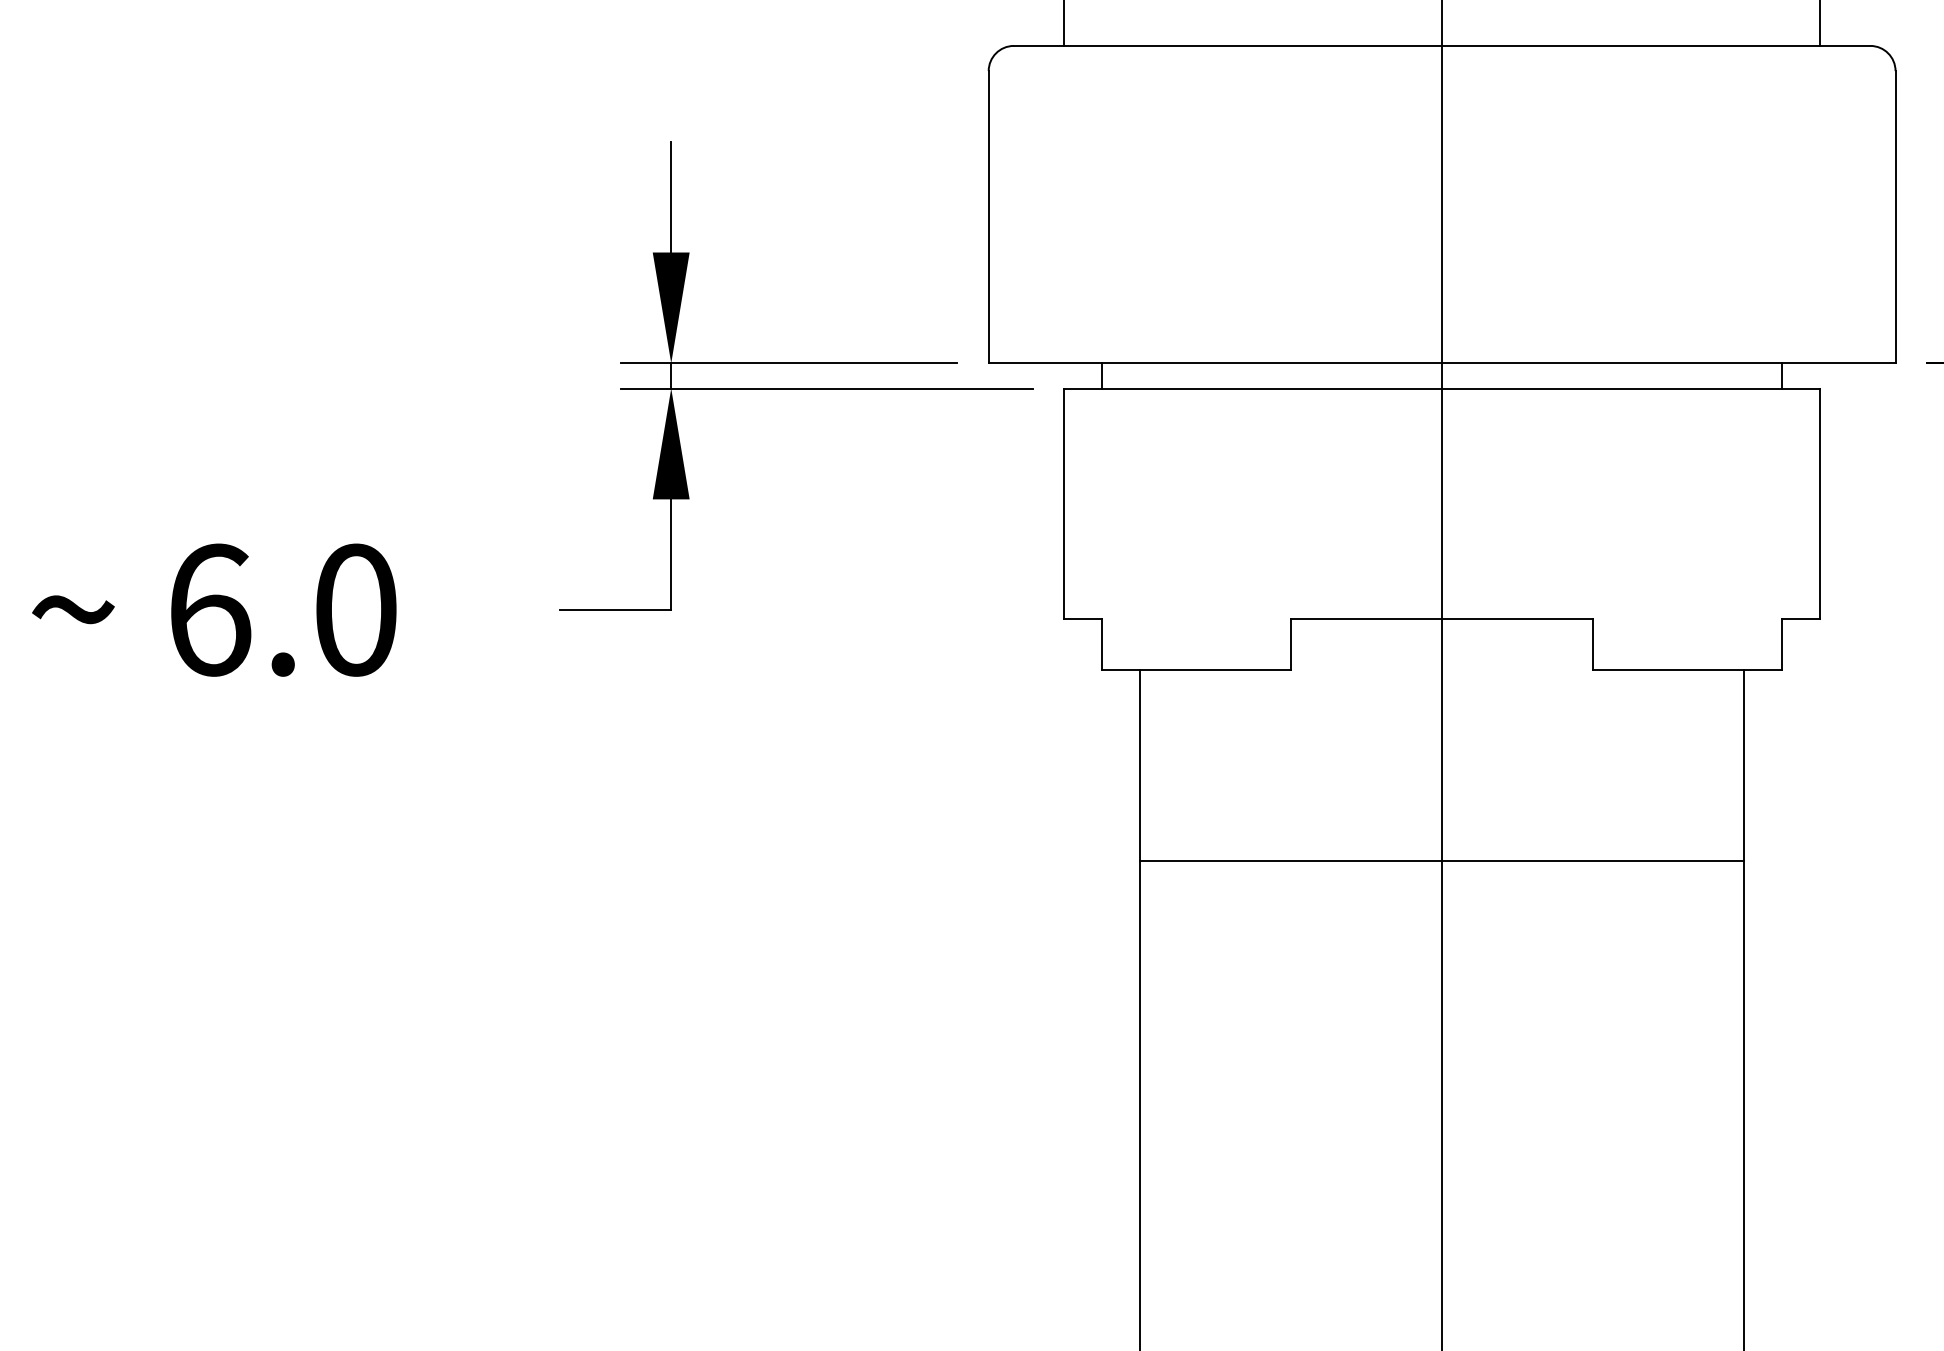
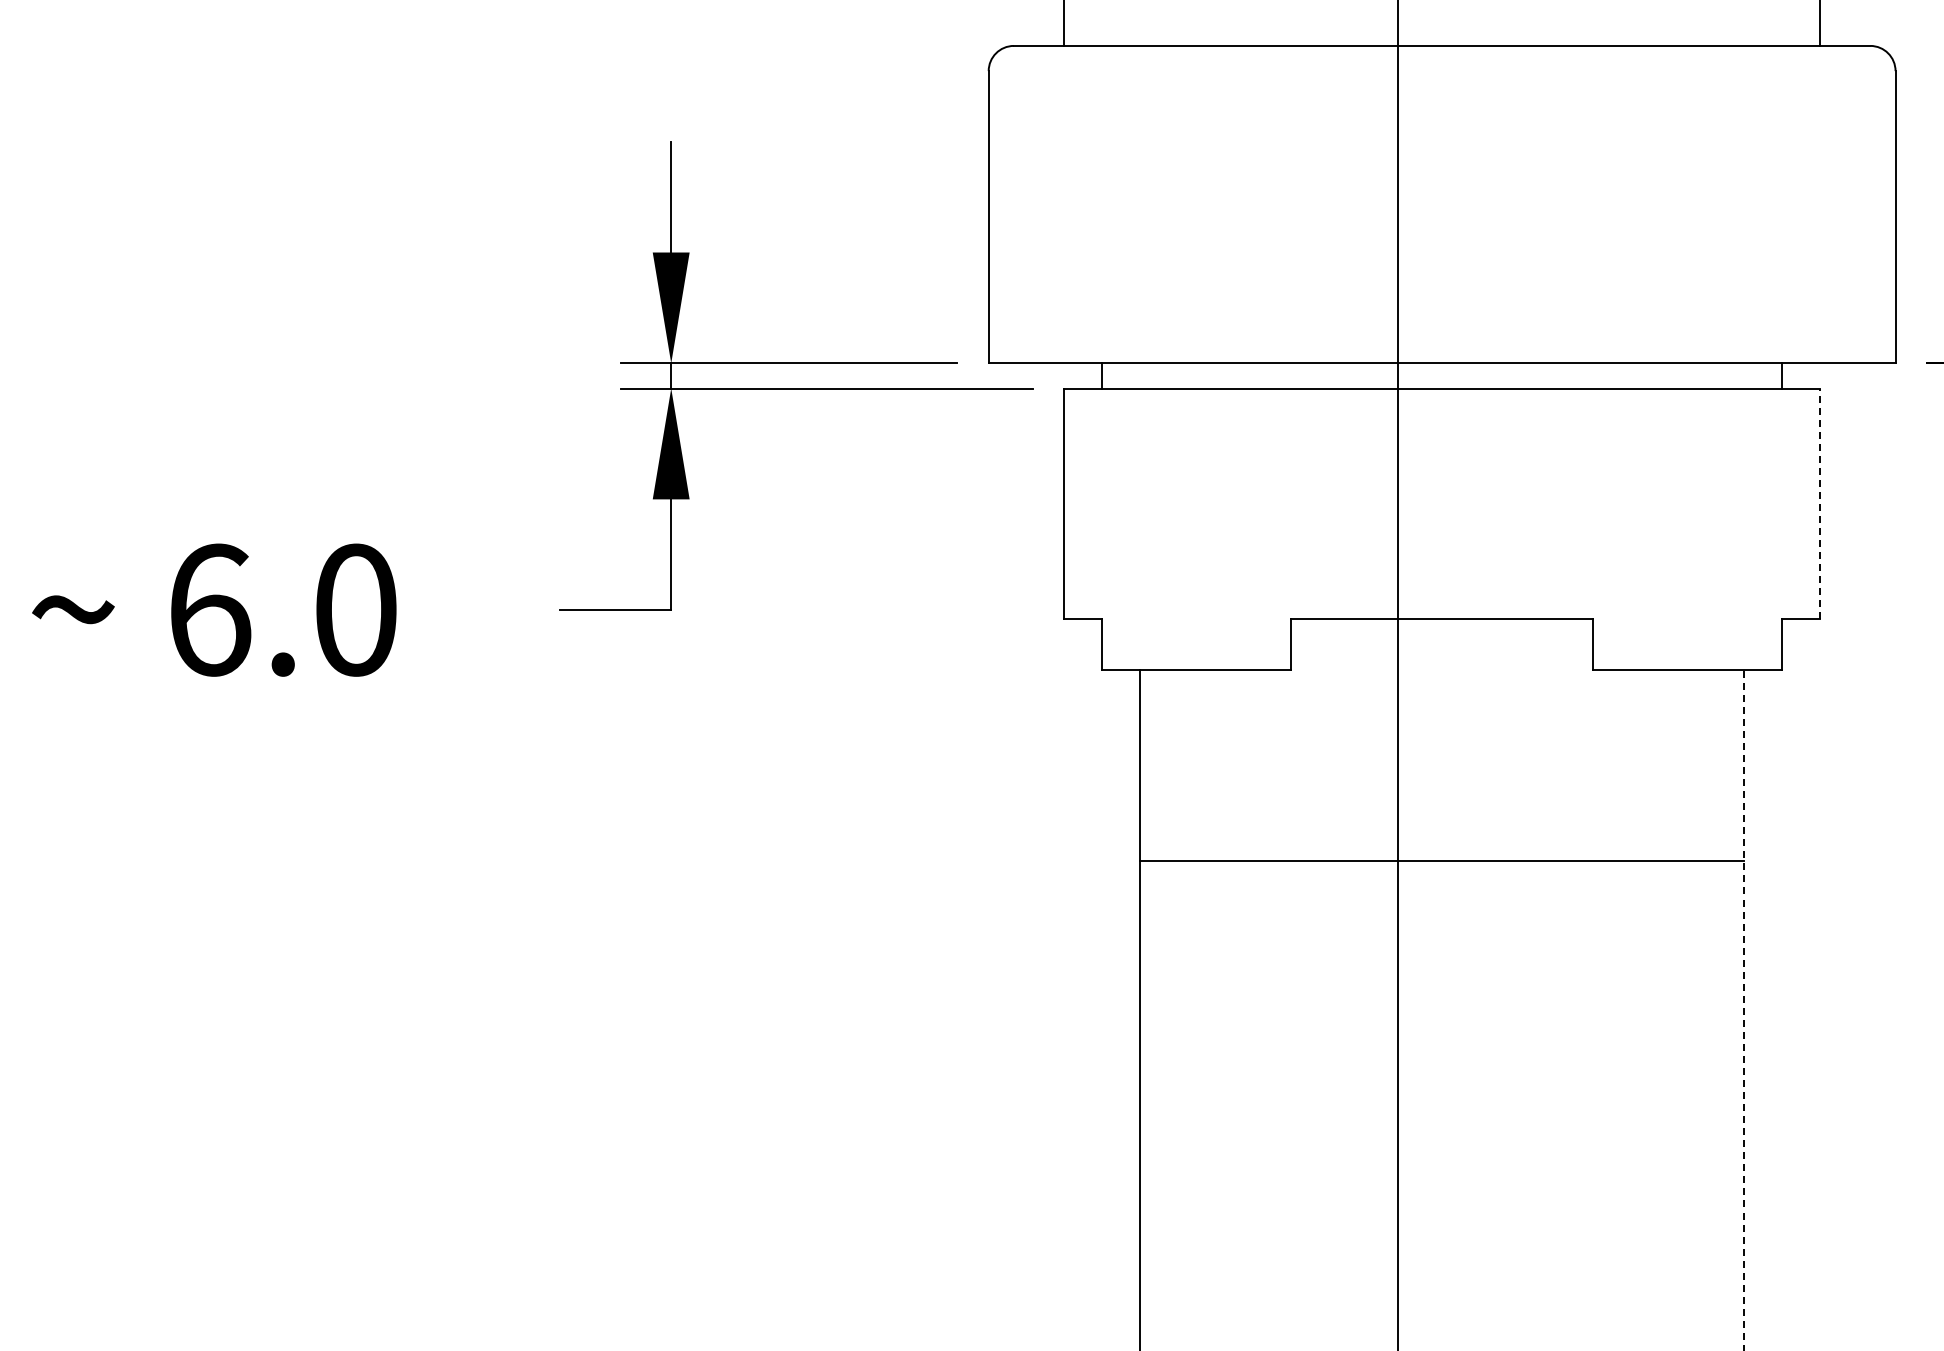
line at (1819, 503): solid -> dashed
line at (1442, 674) position: (1442, 674) -> (1398, 674)
line at (1744, 1009): solid -> dashed
